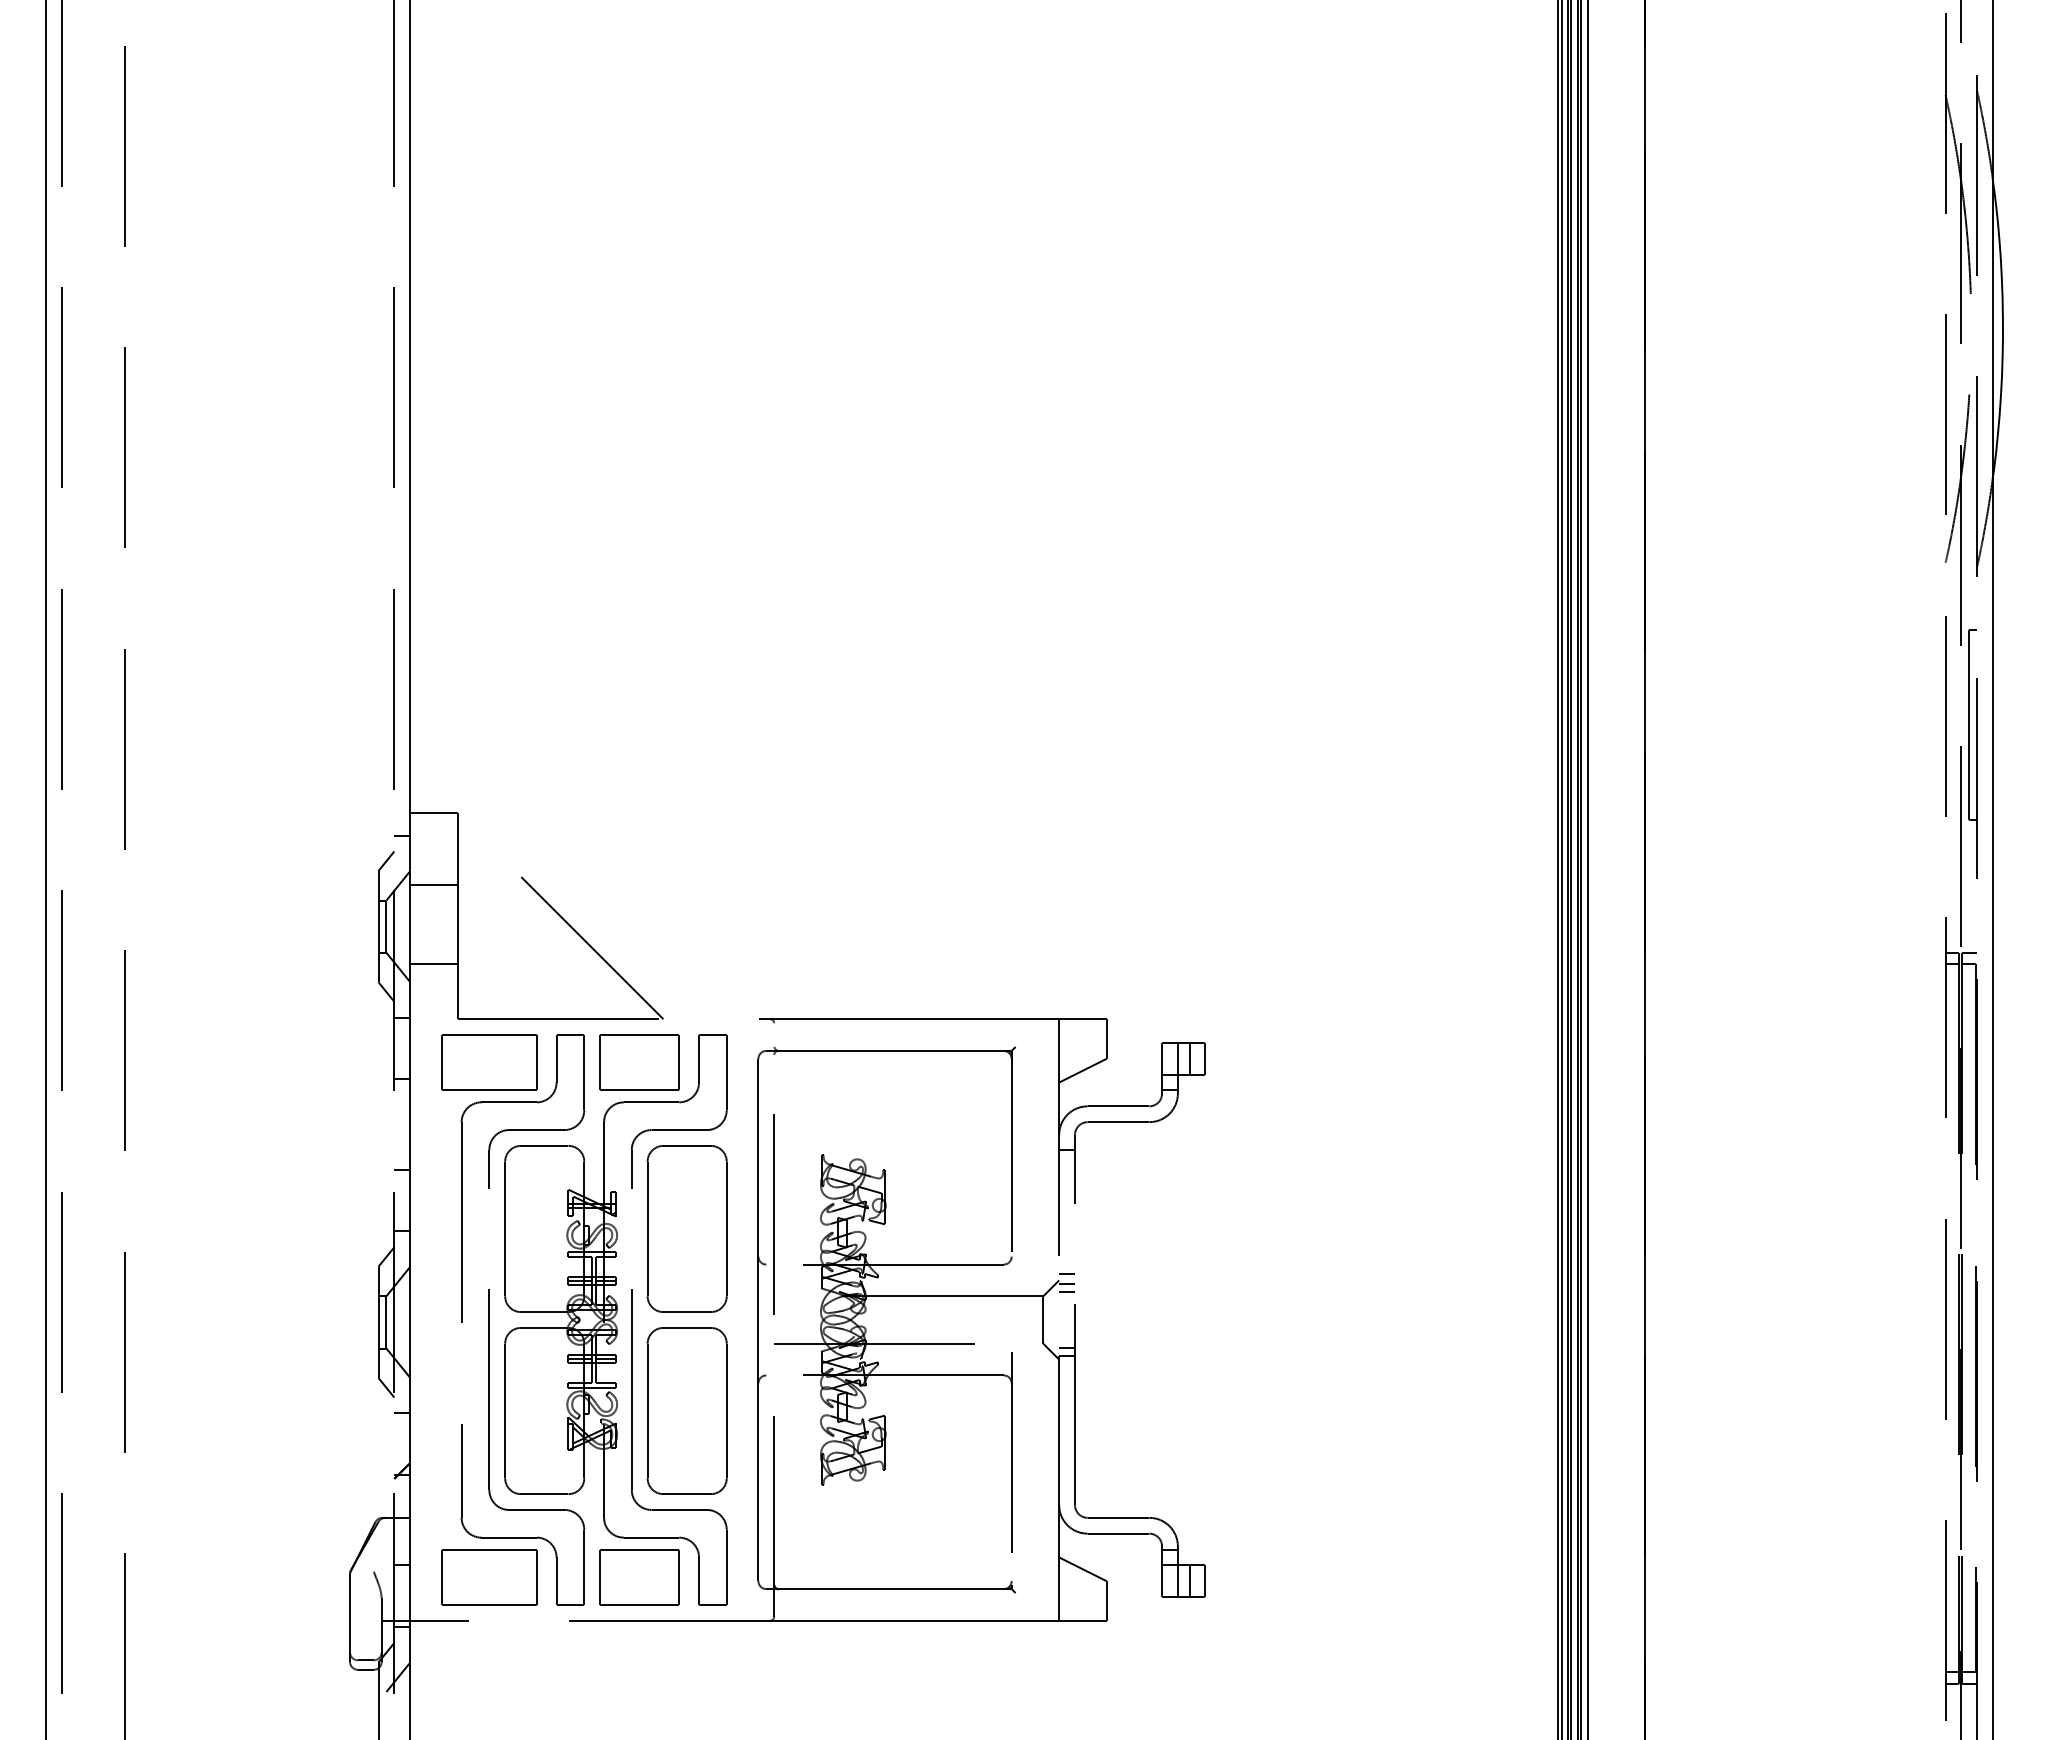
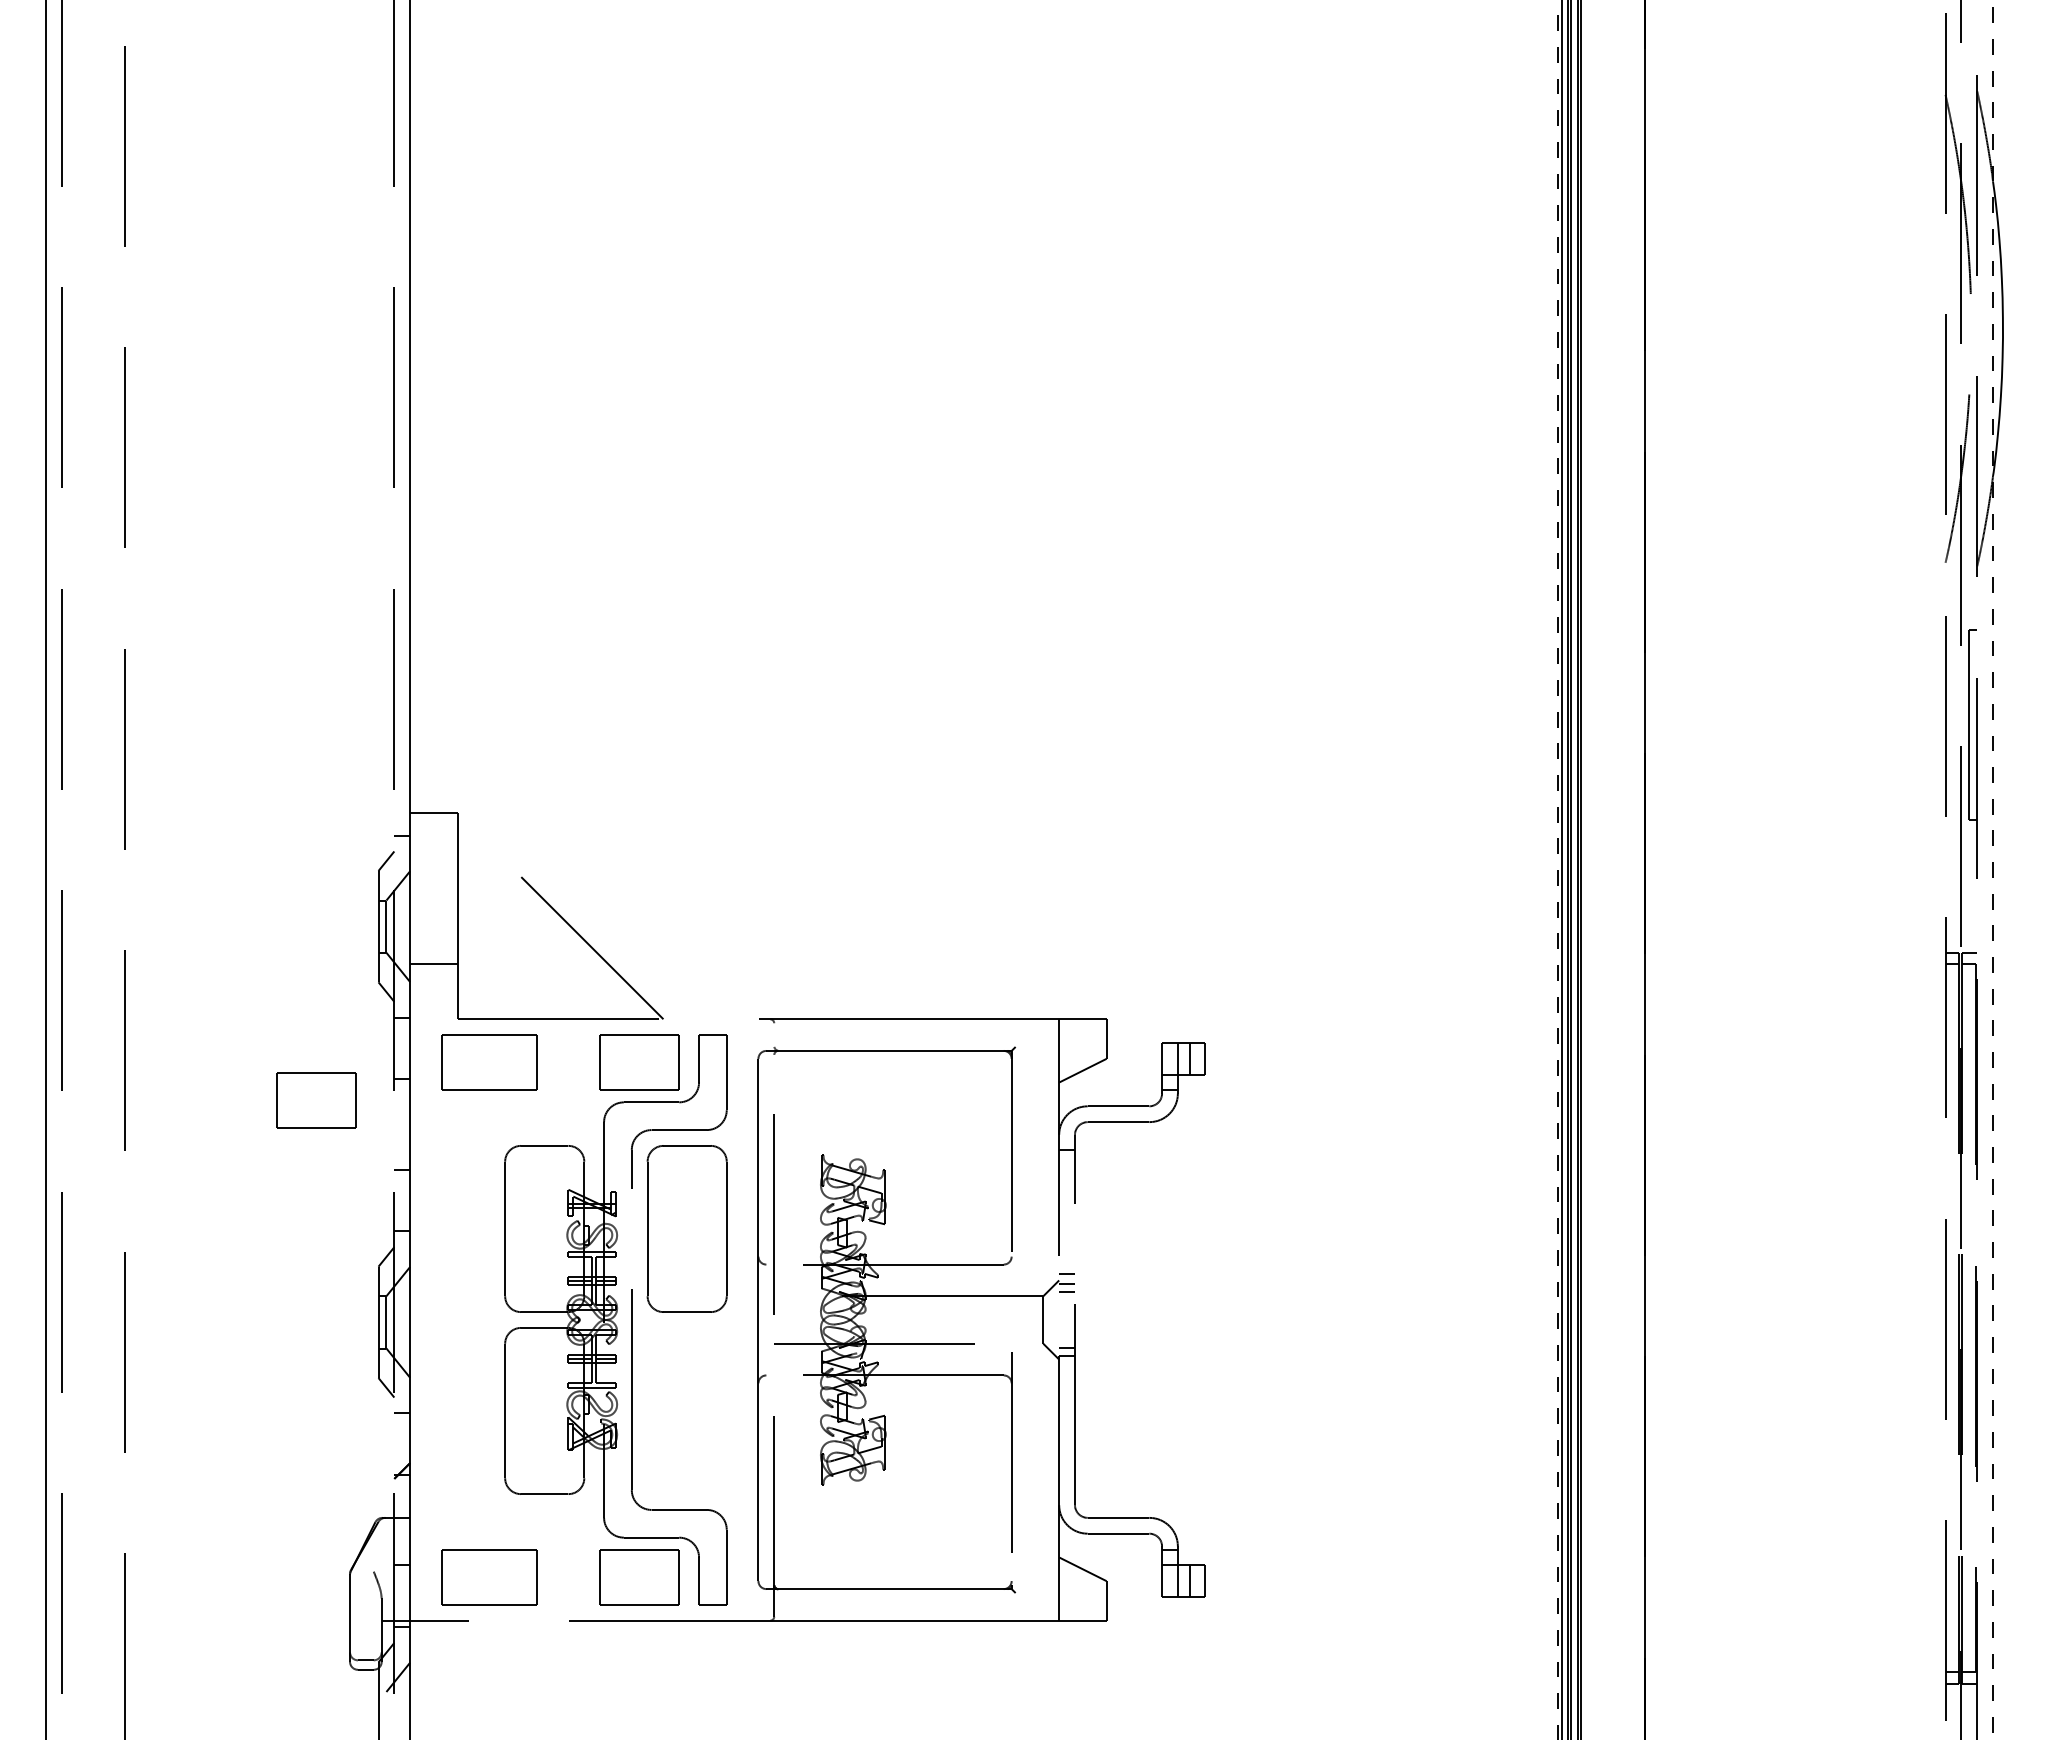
line at (1587, 869): present -> none
line at (1557, 870): solid -> dashed
line at (1993, 870): solid -> dashed
line at (433, 884): present -> none
part at (316, 1100): none -> present
part at (489, 1319): present -> none
part at (686, 1410): present -> none
